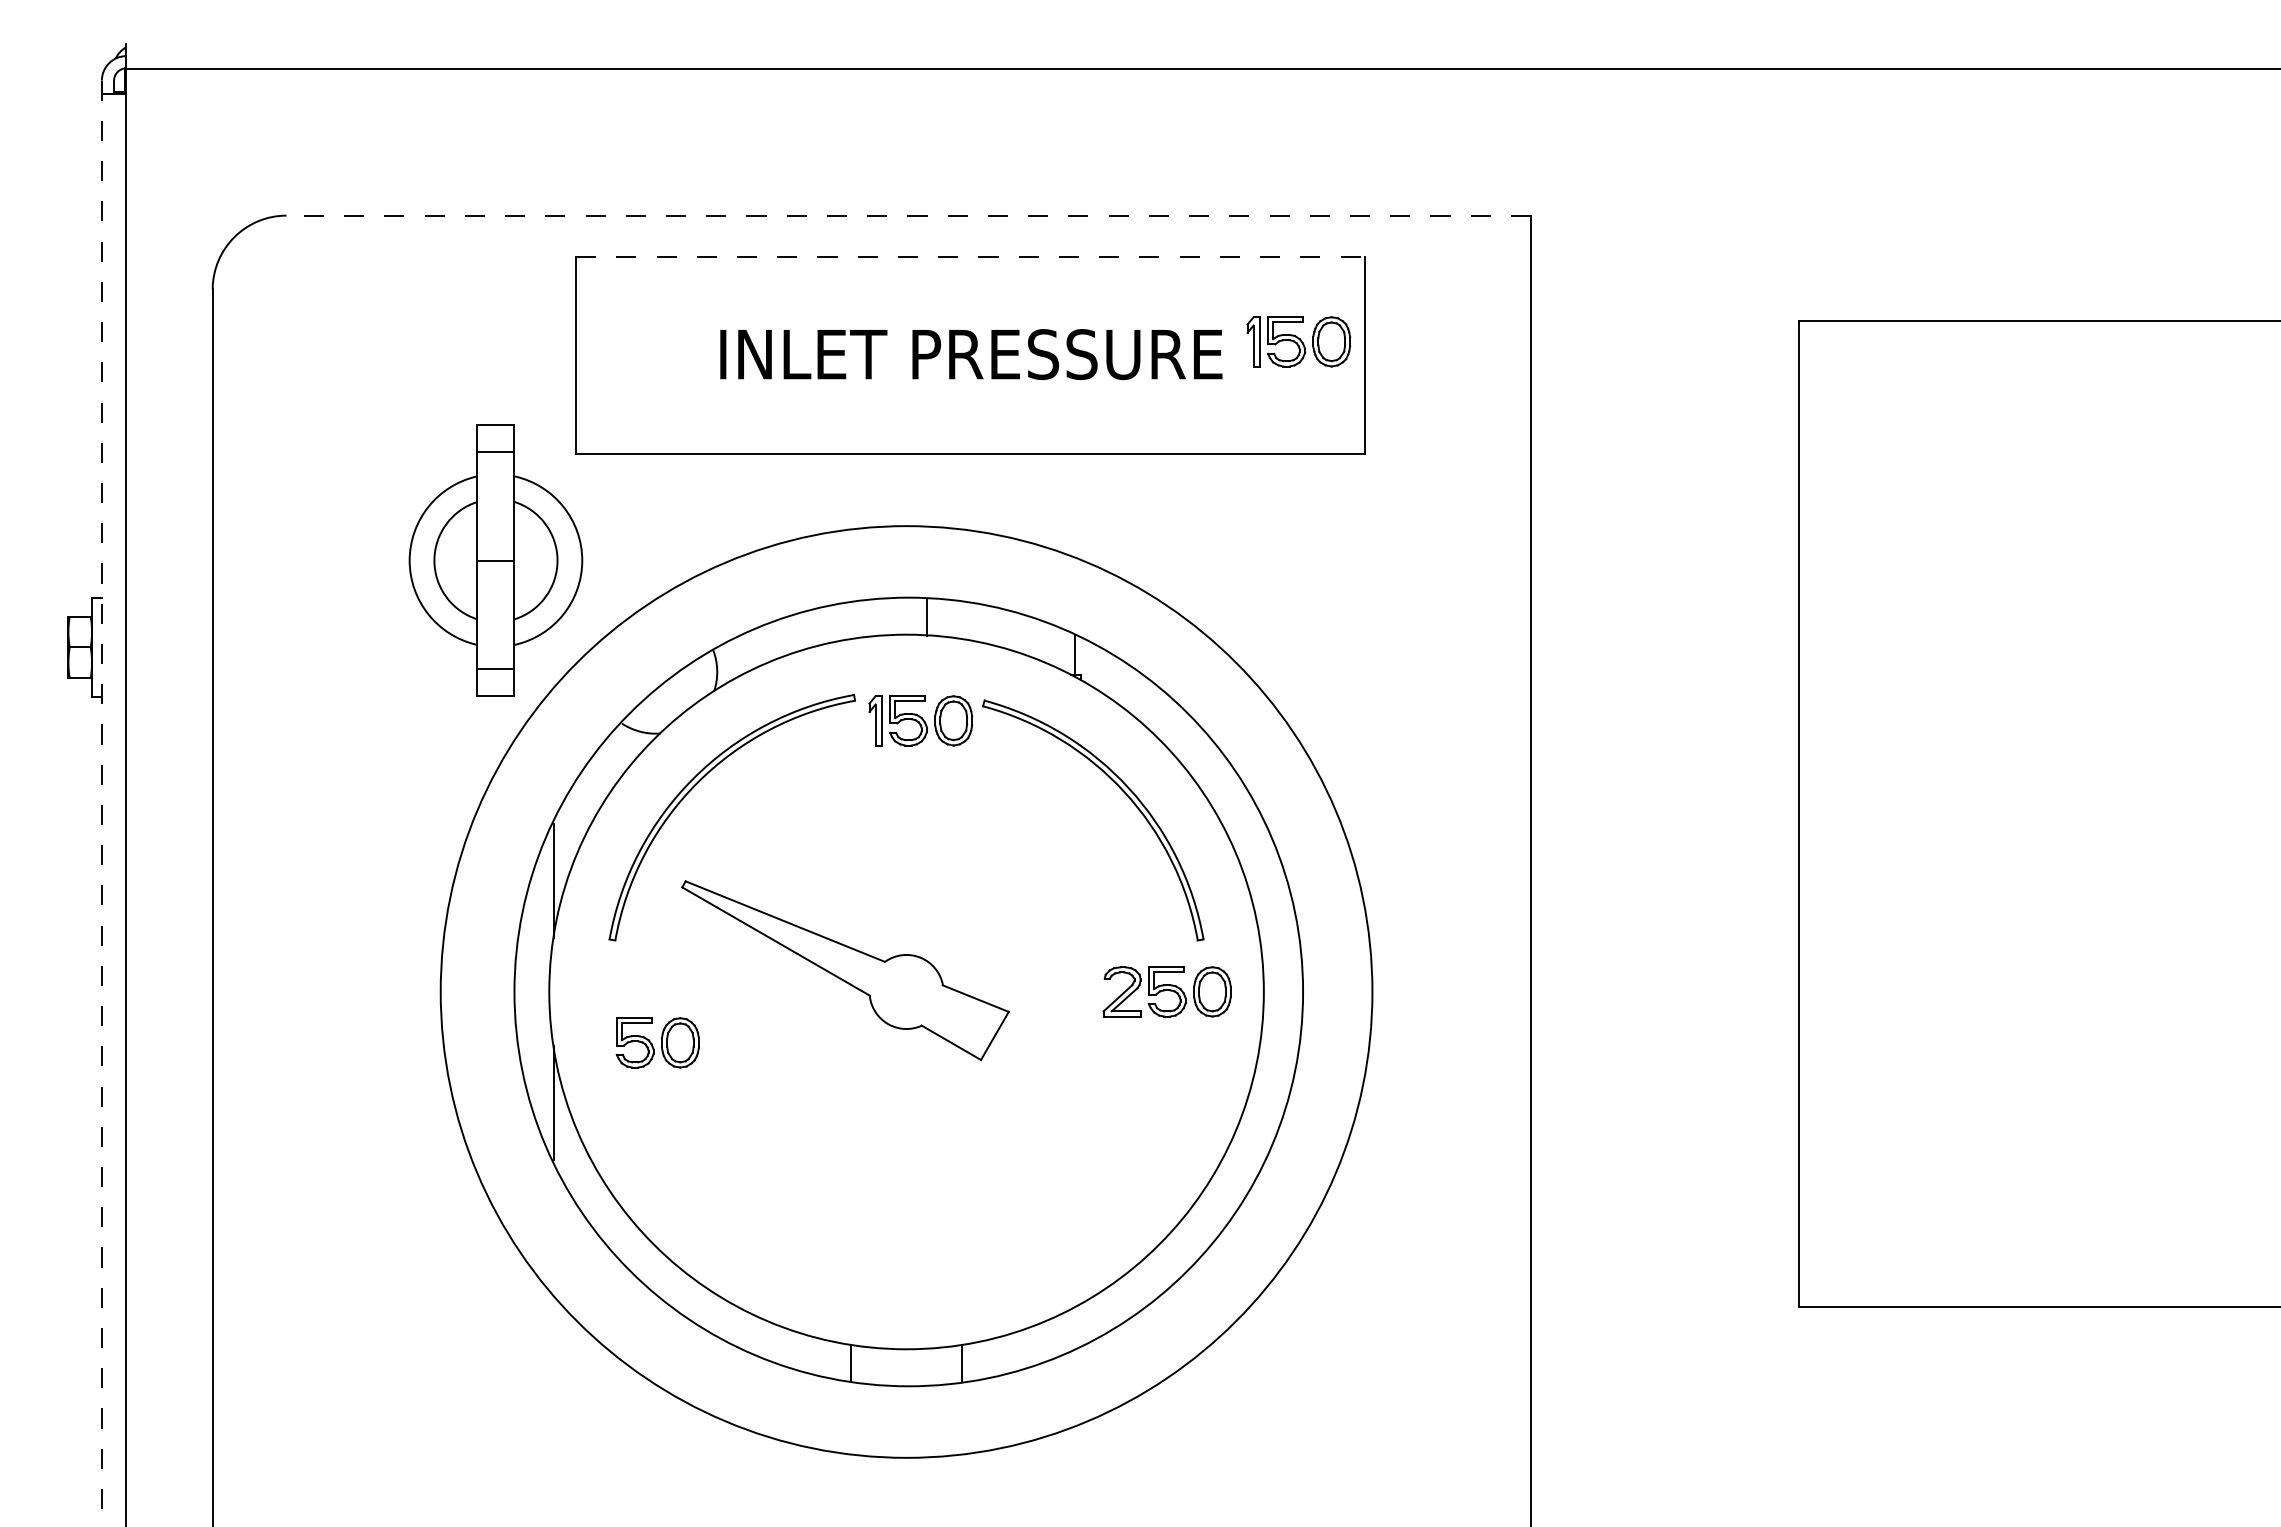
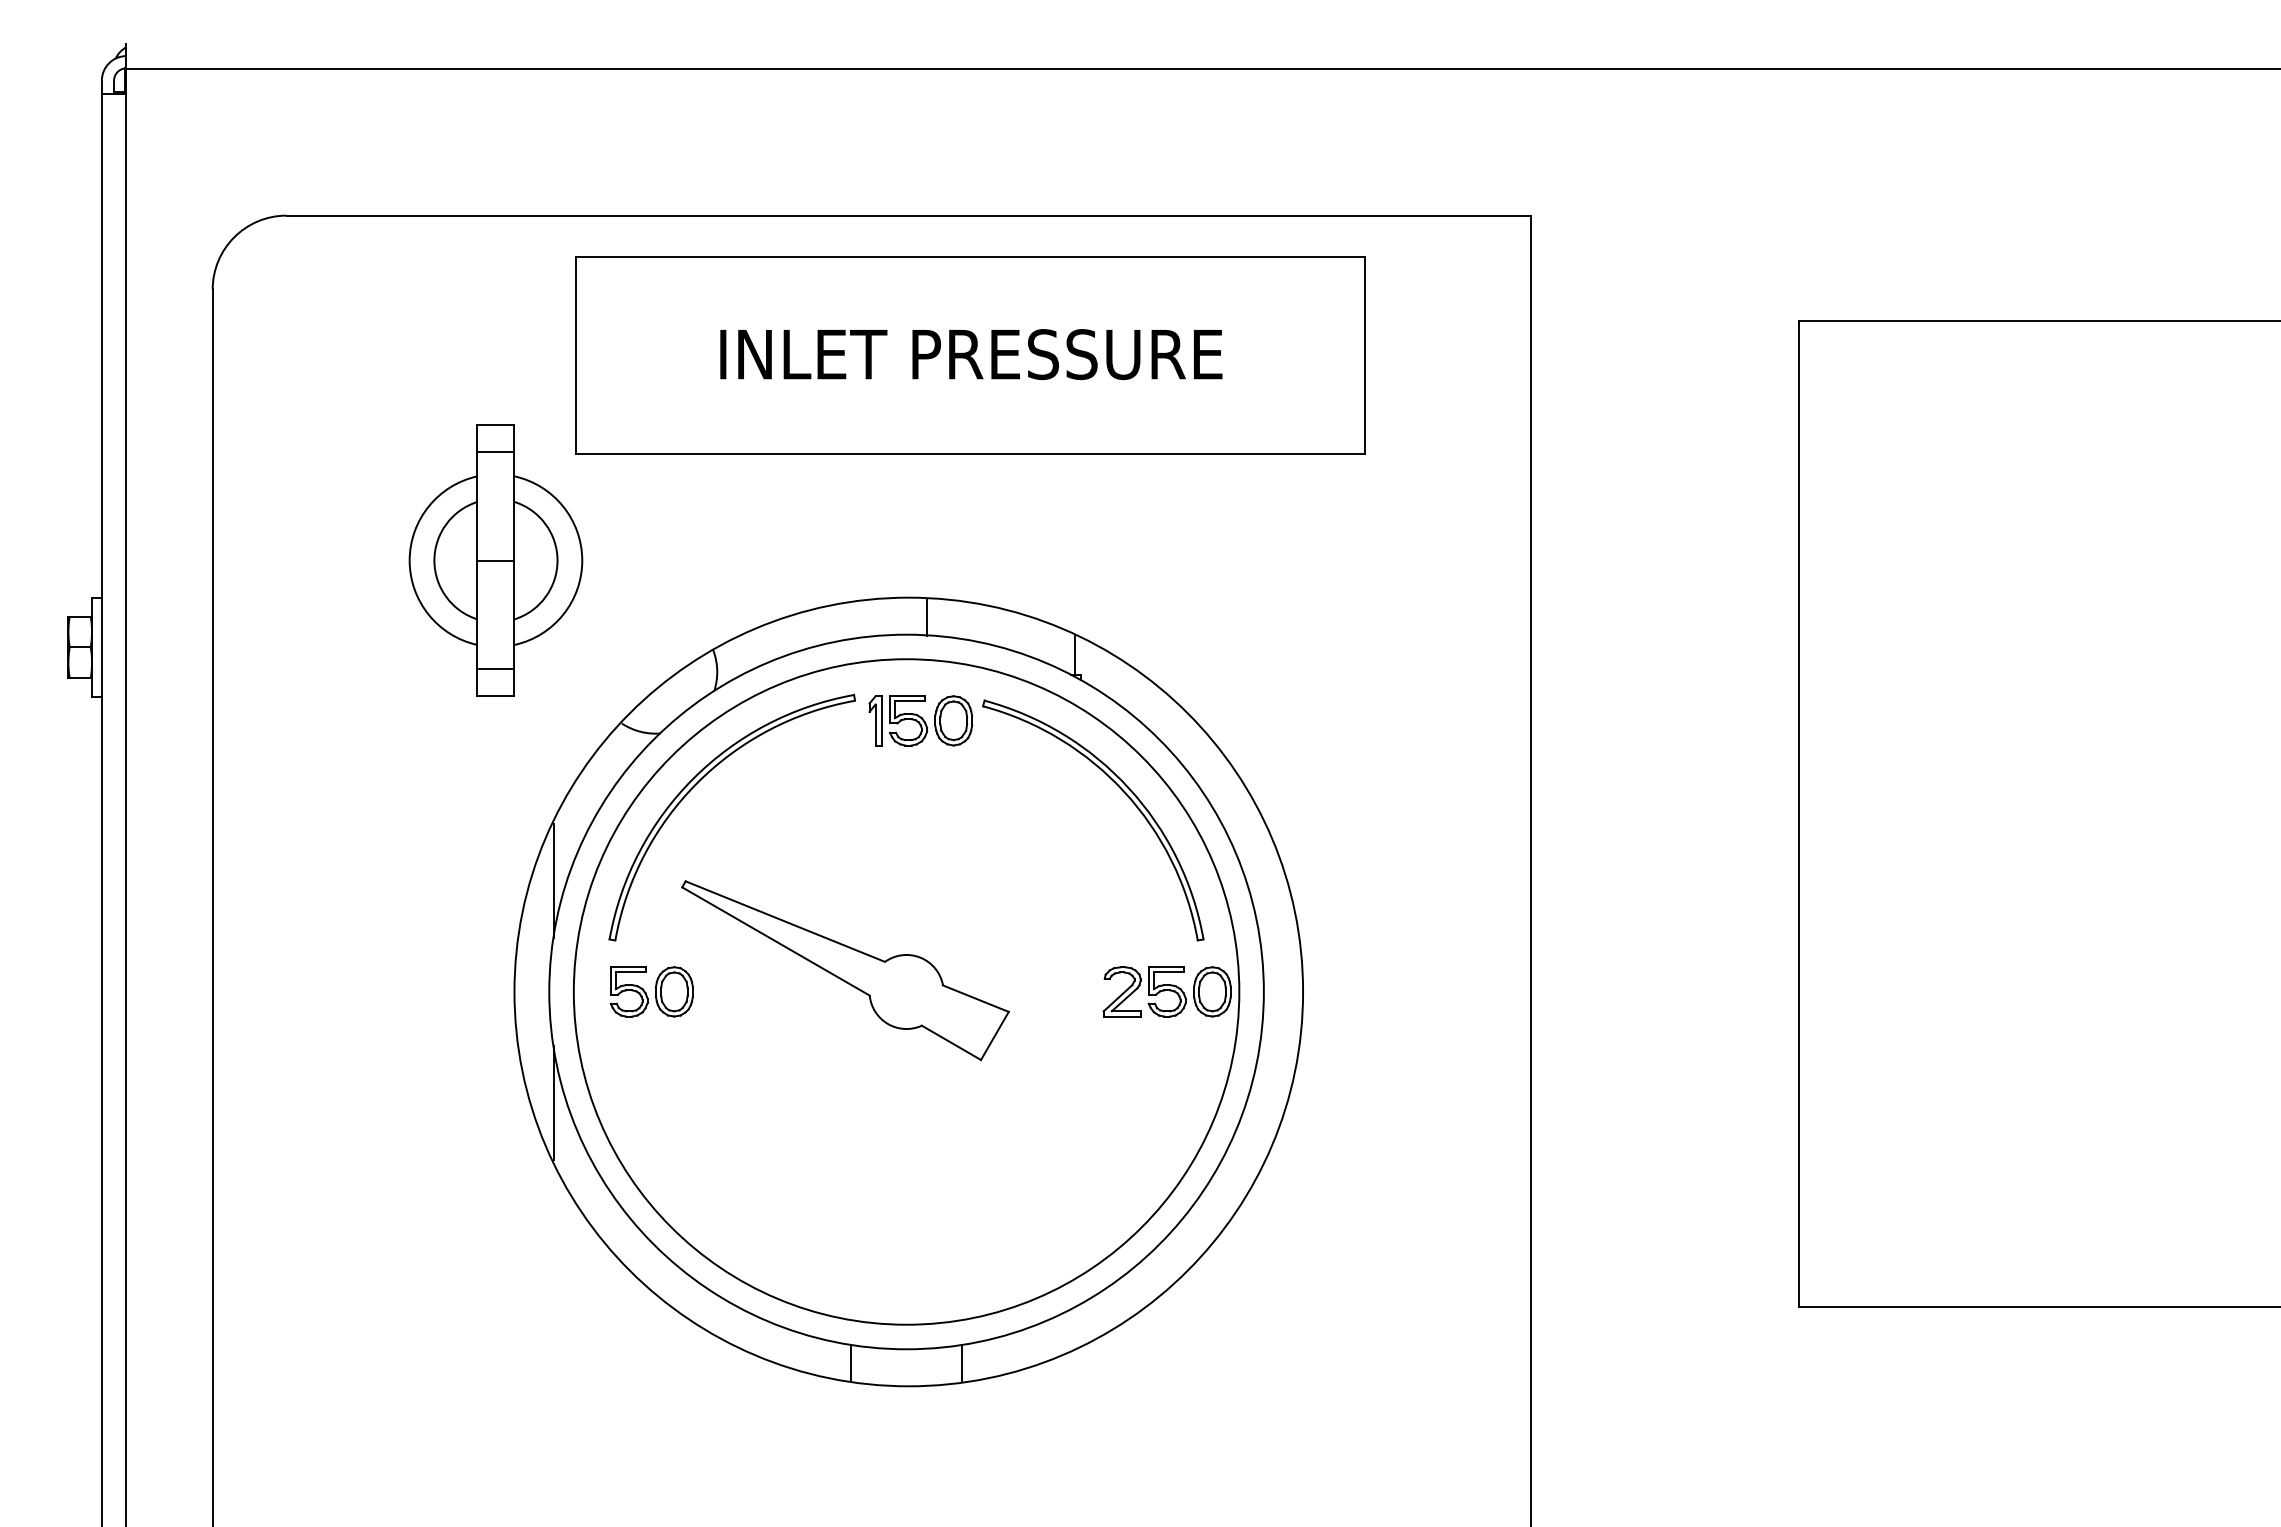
line at (908, 215): dashed -> solid
line at (970, 257): dashed -> solid
part at (1298, 341): present -> none
line at (101, 803): dashed -> solid
circle at (906, 991) diameter: 932 px -> 666 px
part at (657, 1042) position: (657, 1042) -> (651, 991)
